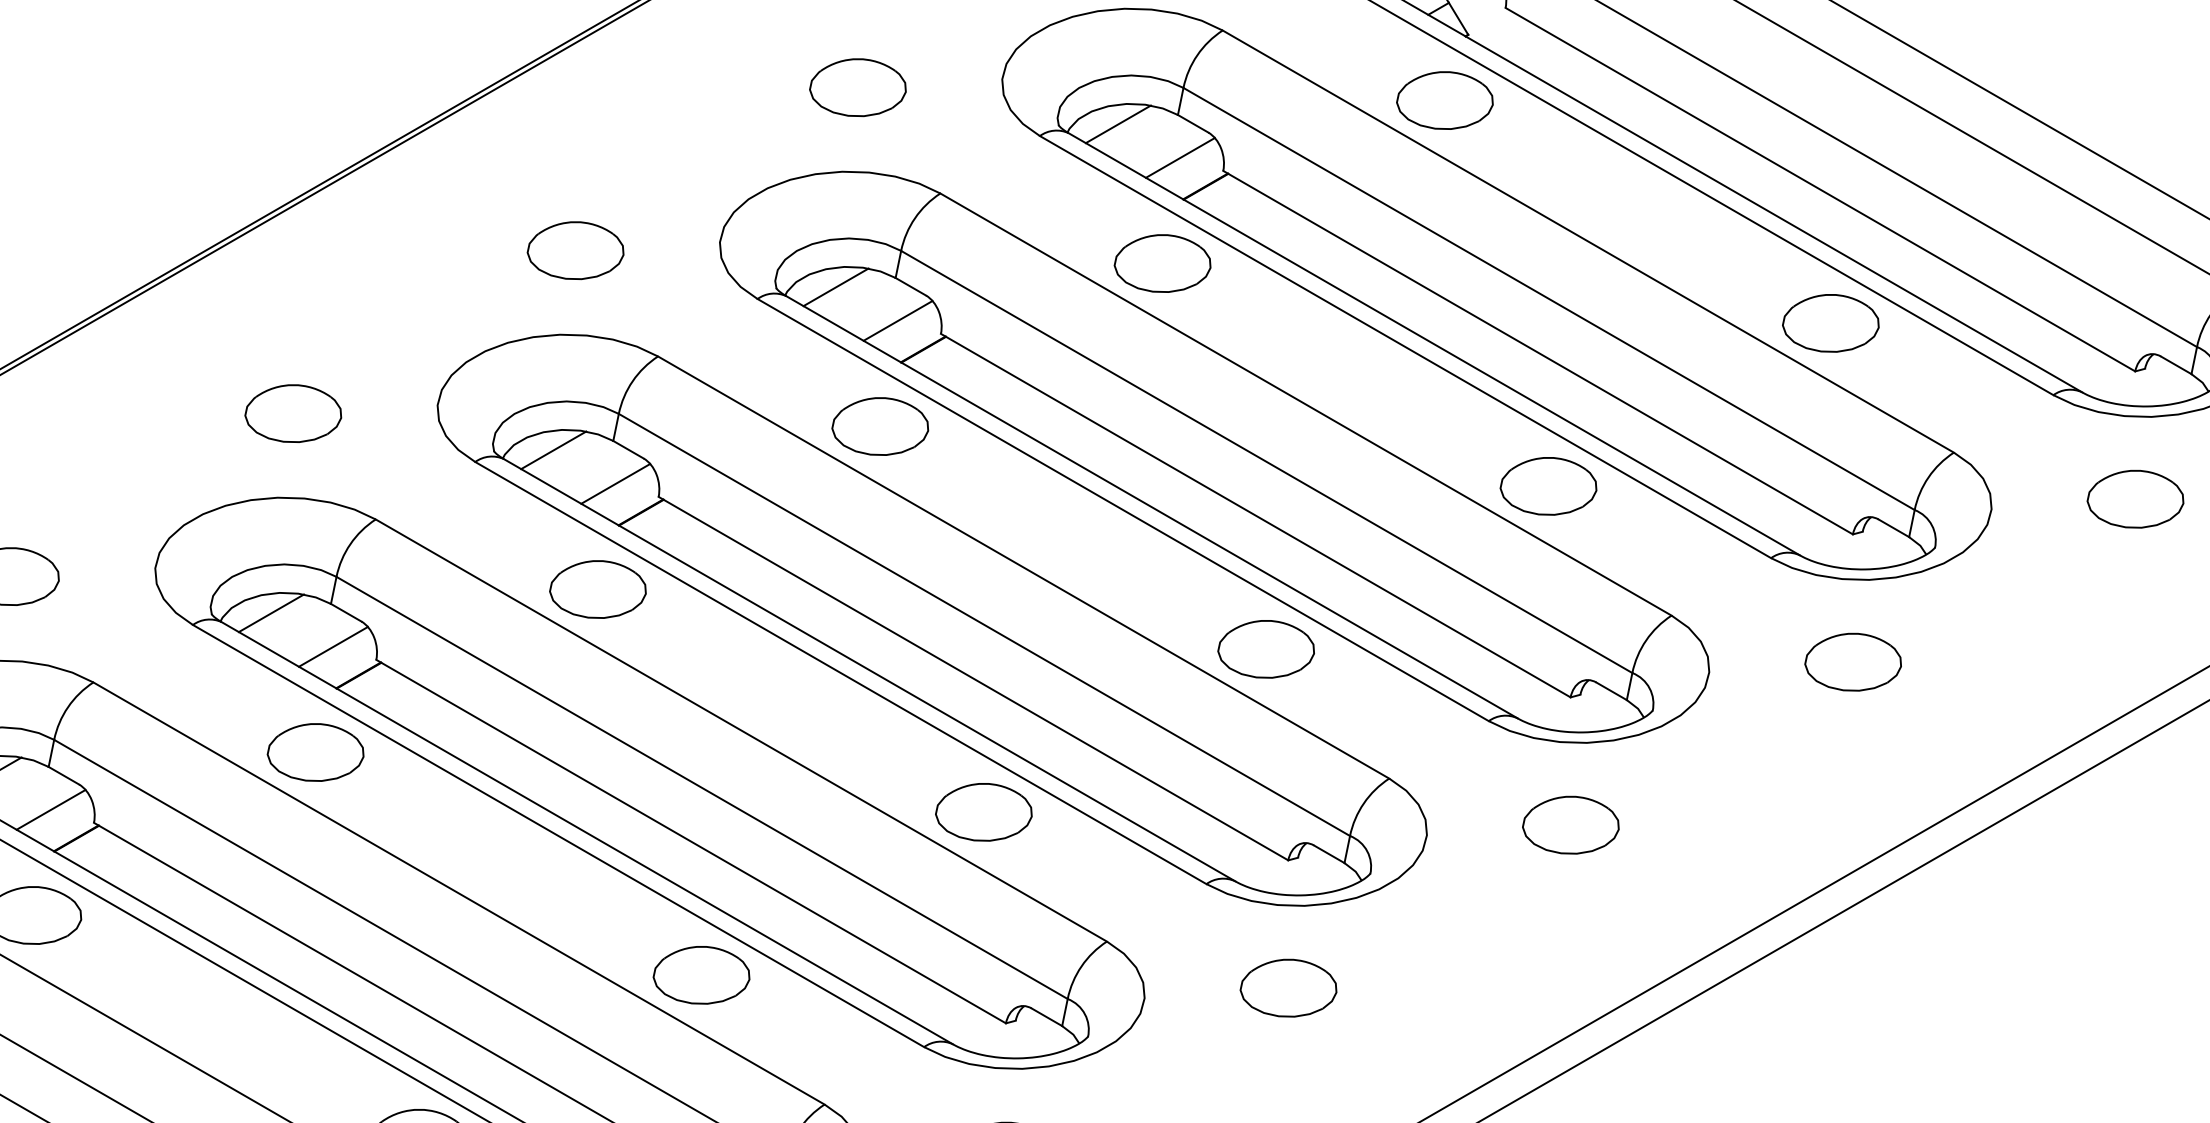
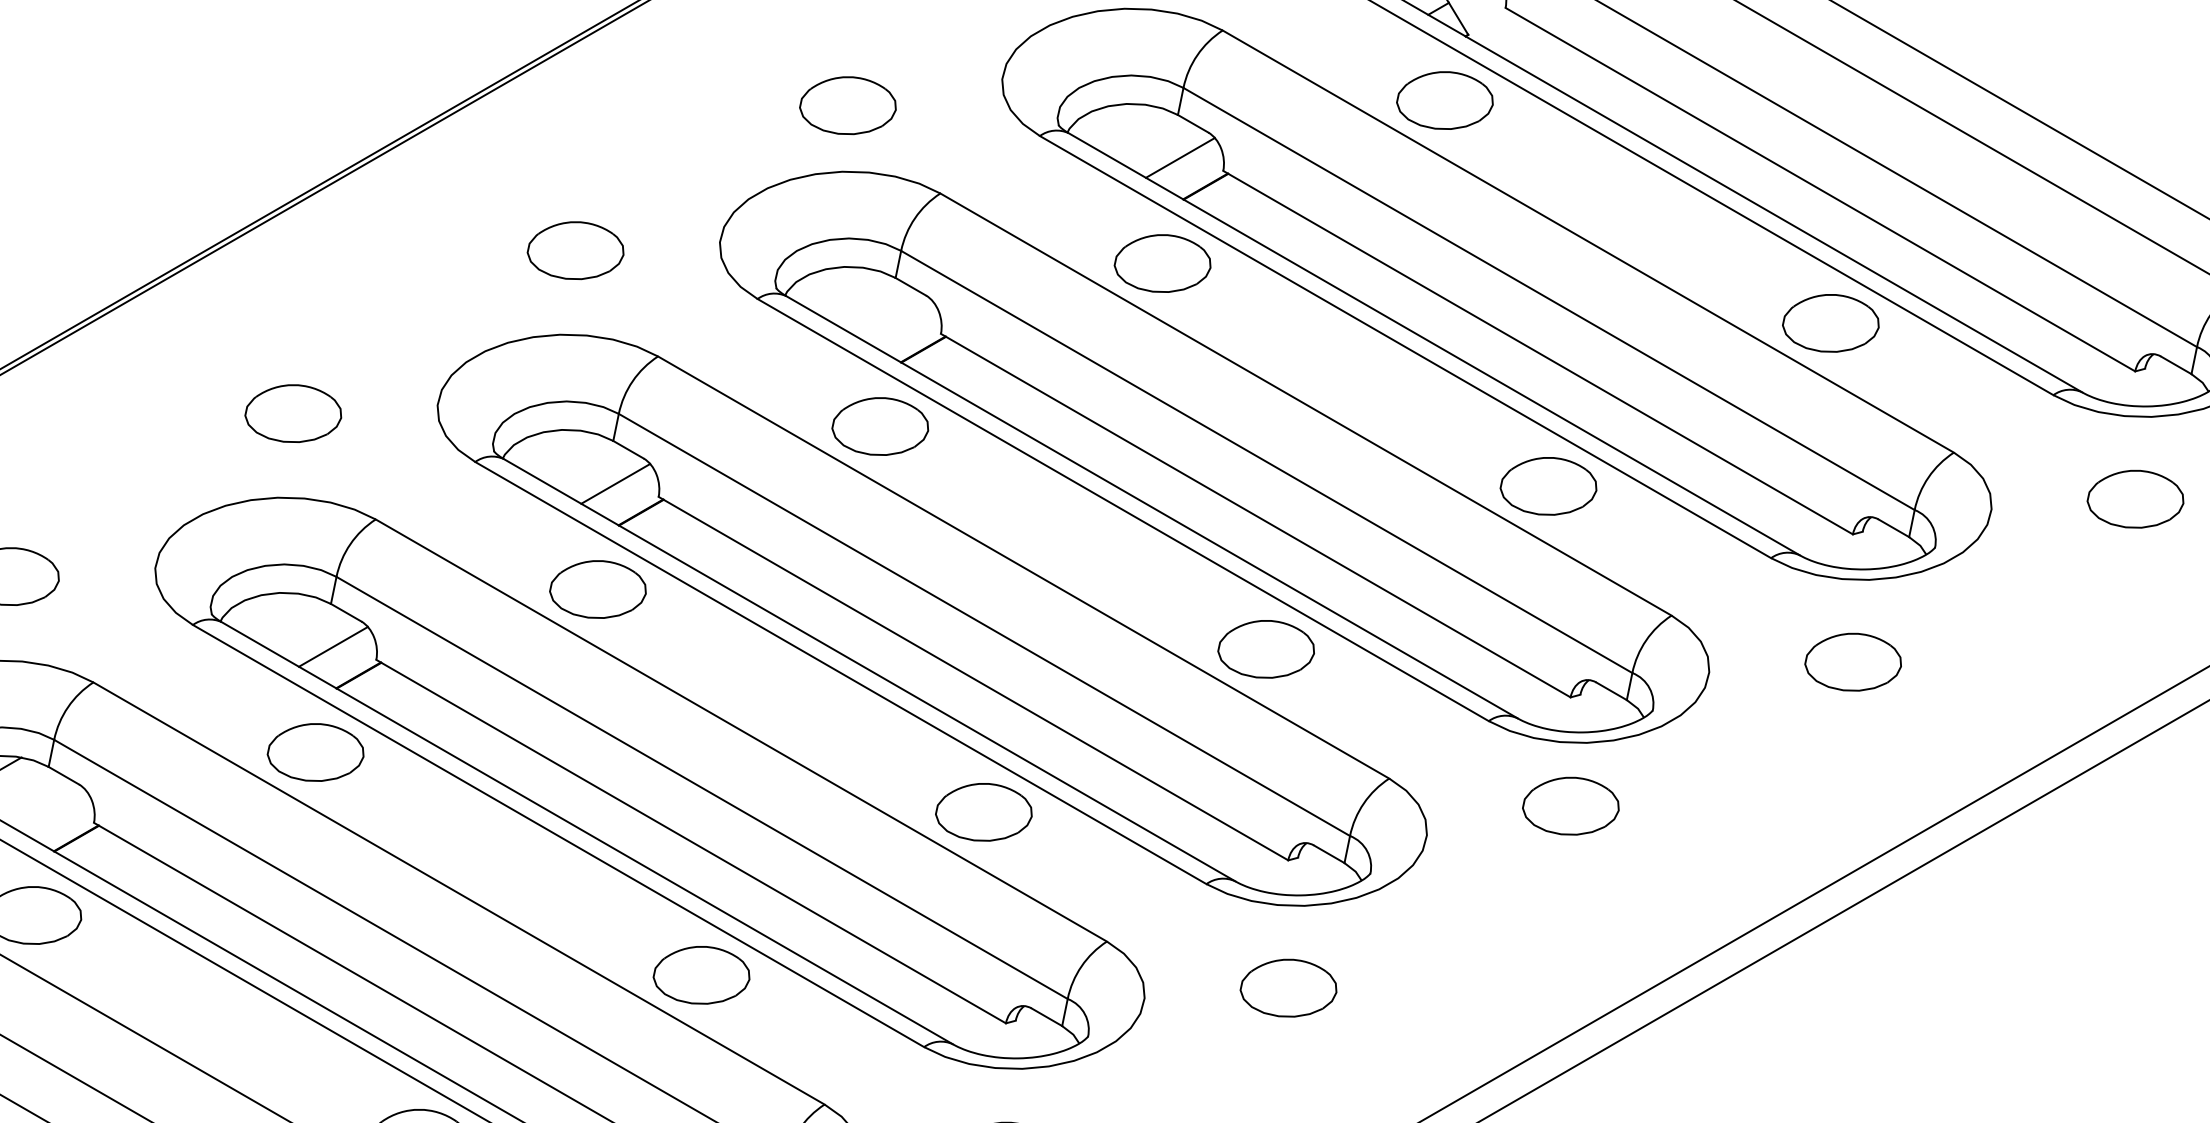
part at (857, 87) position: (857, 87) -> (847, 105)
line at (1117, 124): present -> none
line at (835, 287): present -> none
line at (897, 320): present -> none
line at (553, 450): present -> none
line at (270, 613): present -> none
line at (50, 809): present -> none
part at (1570, 824) position: (1570, 824) -> (1570, 805)
